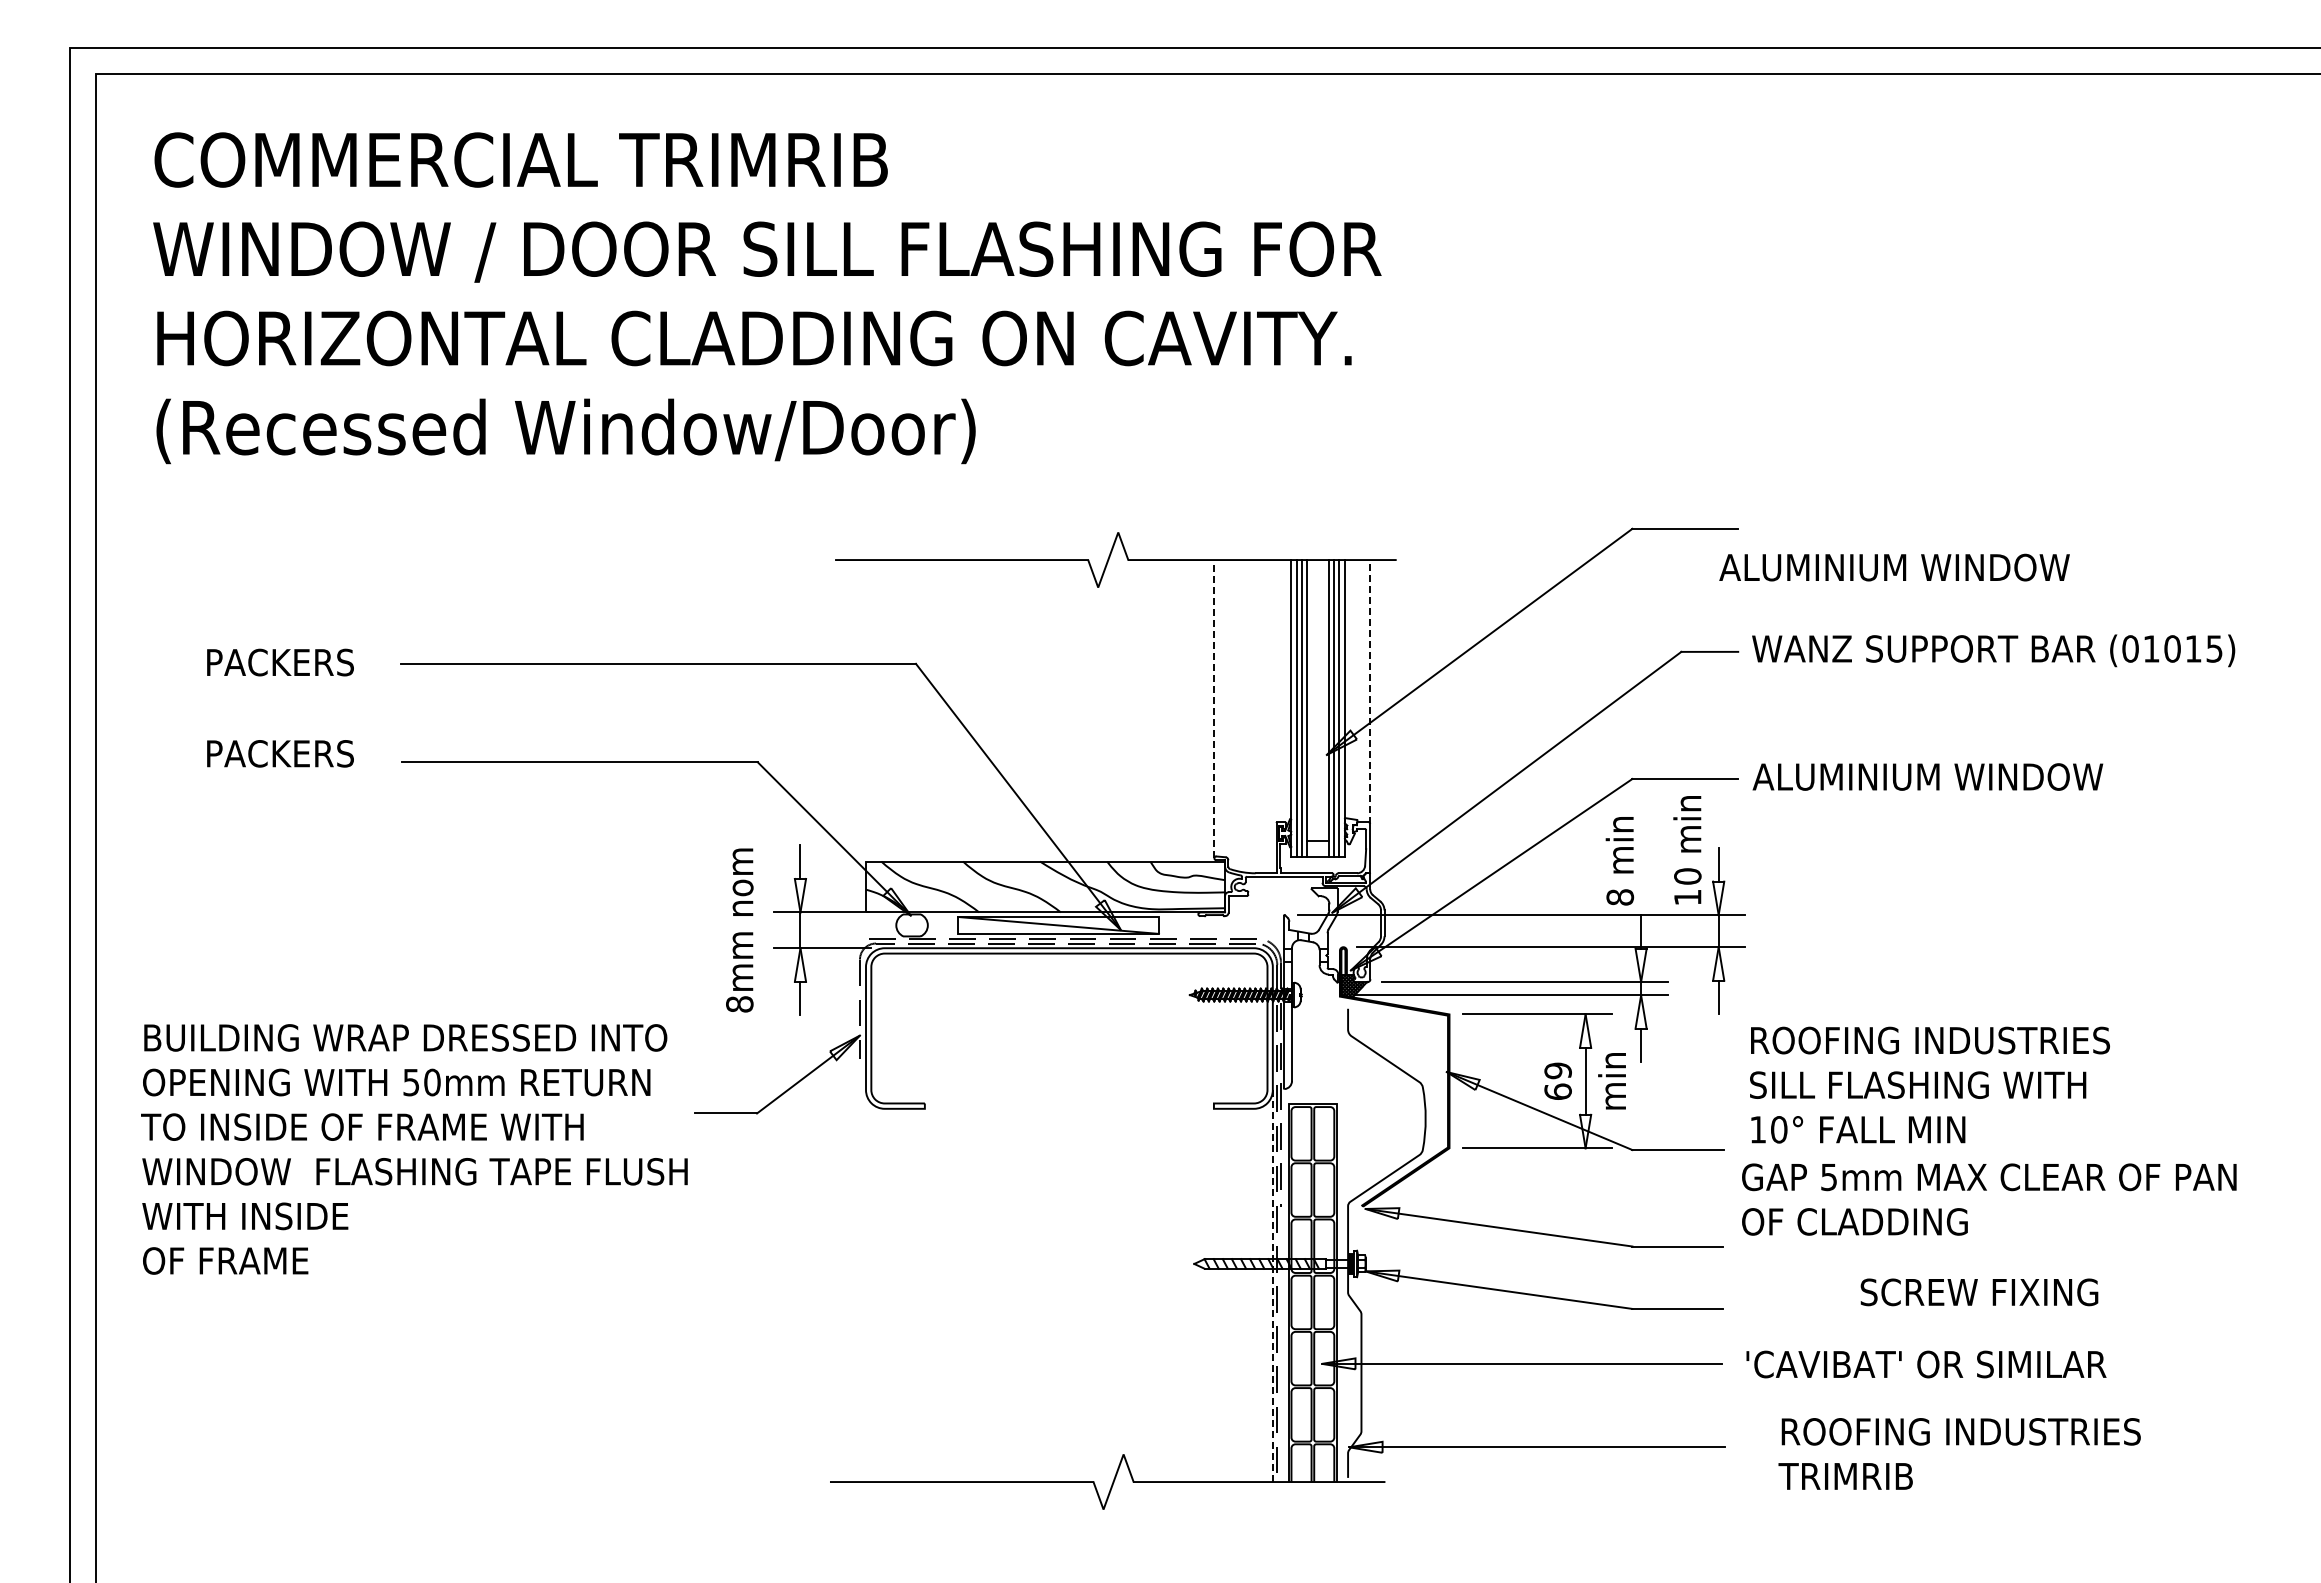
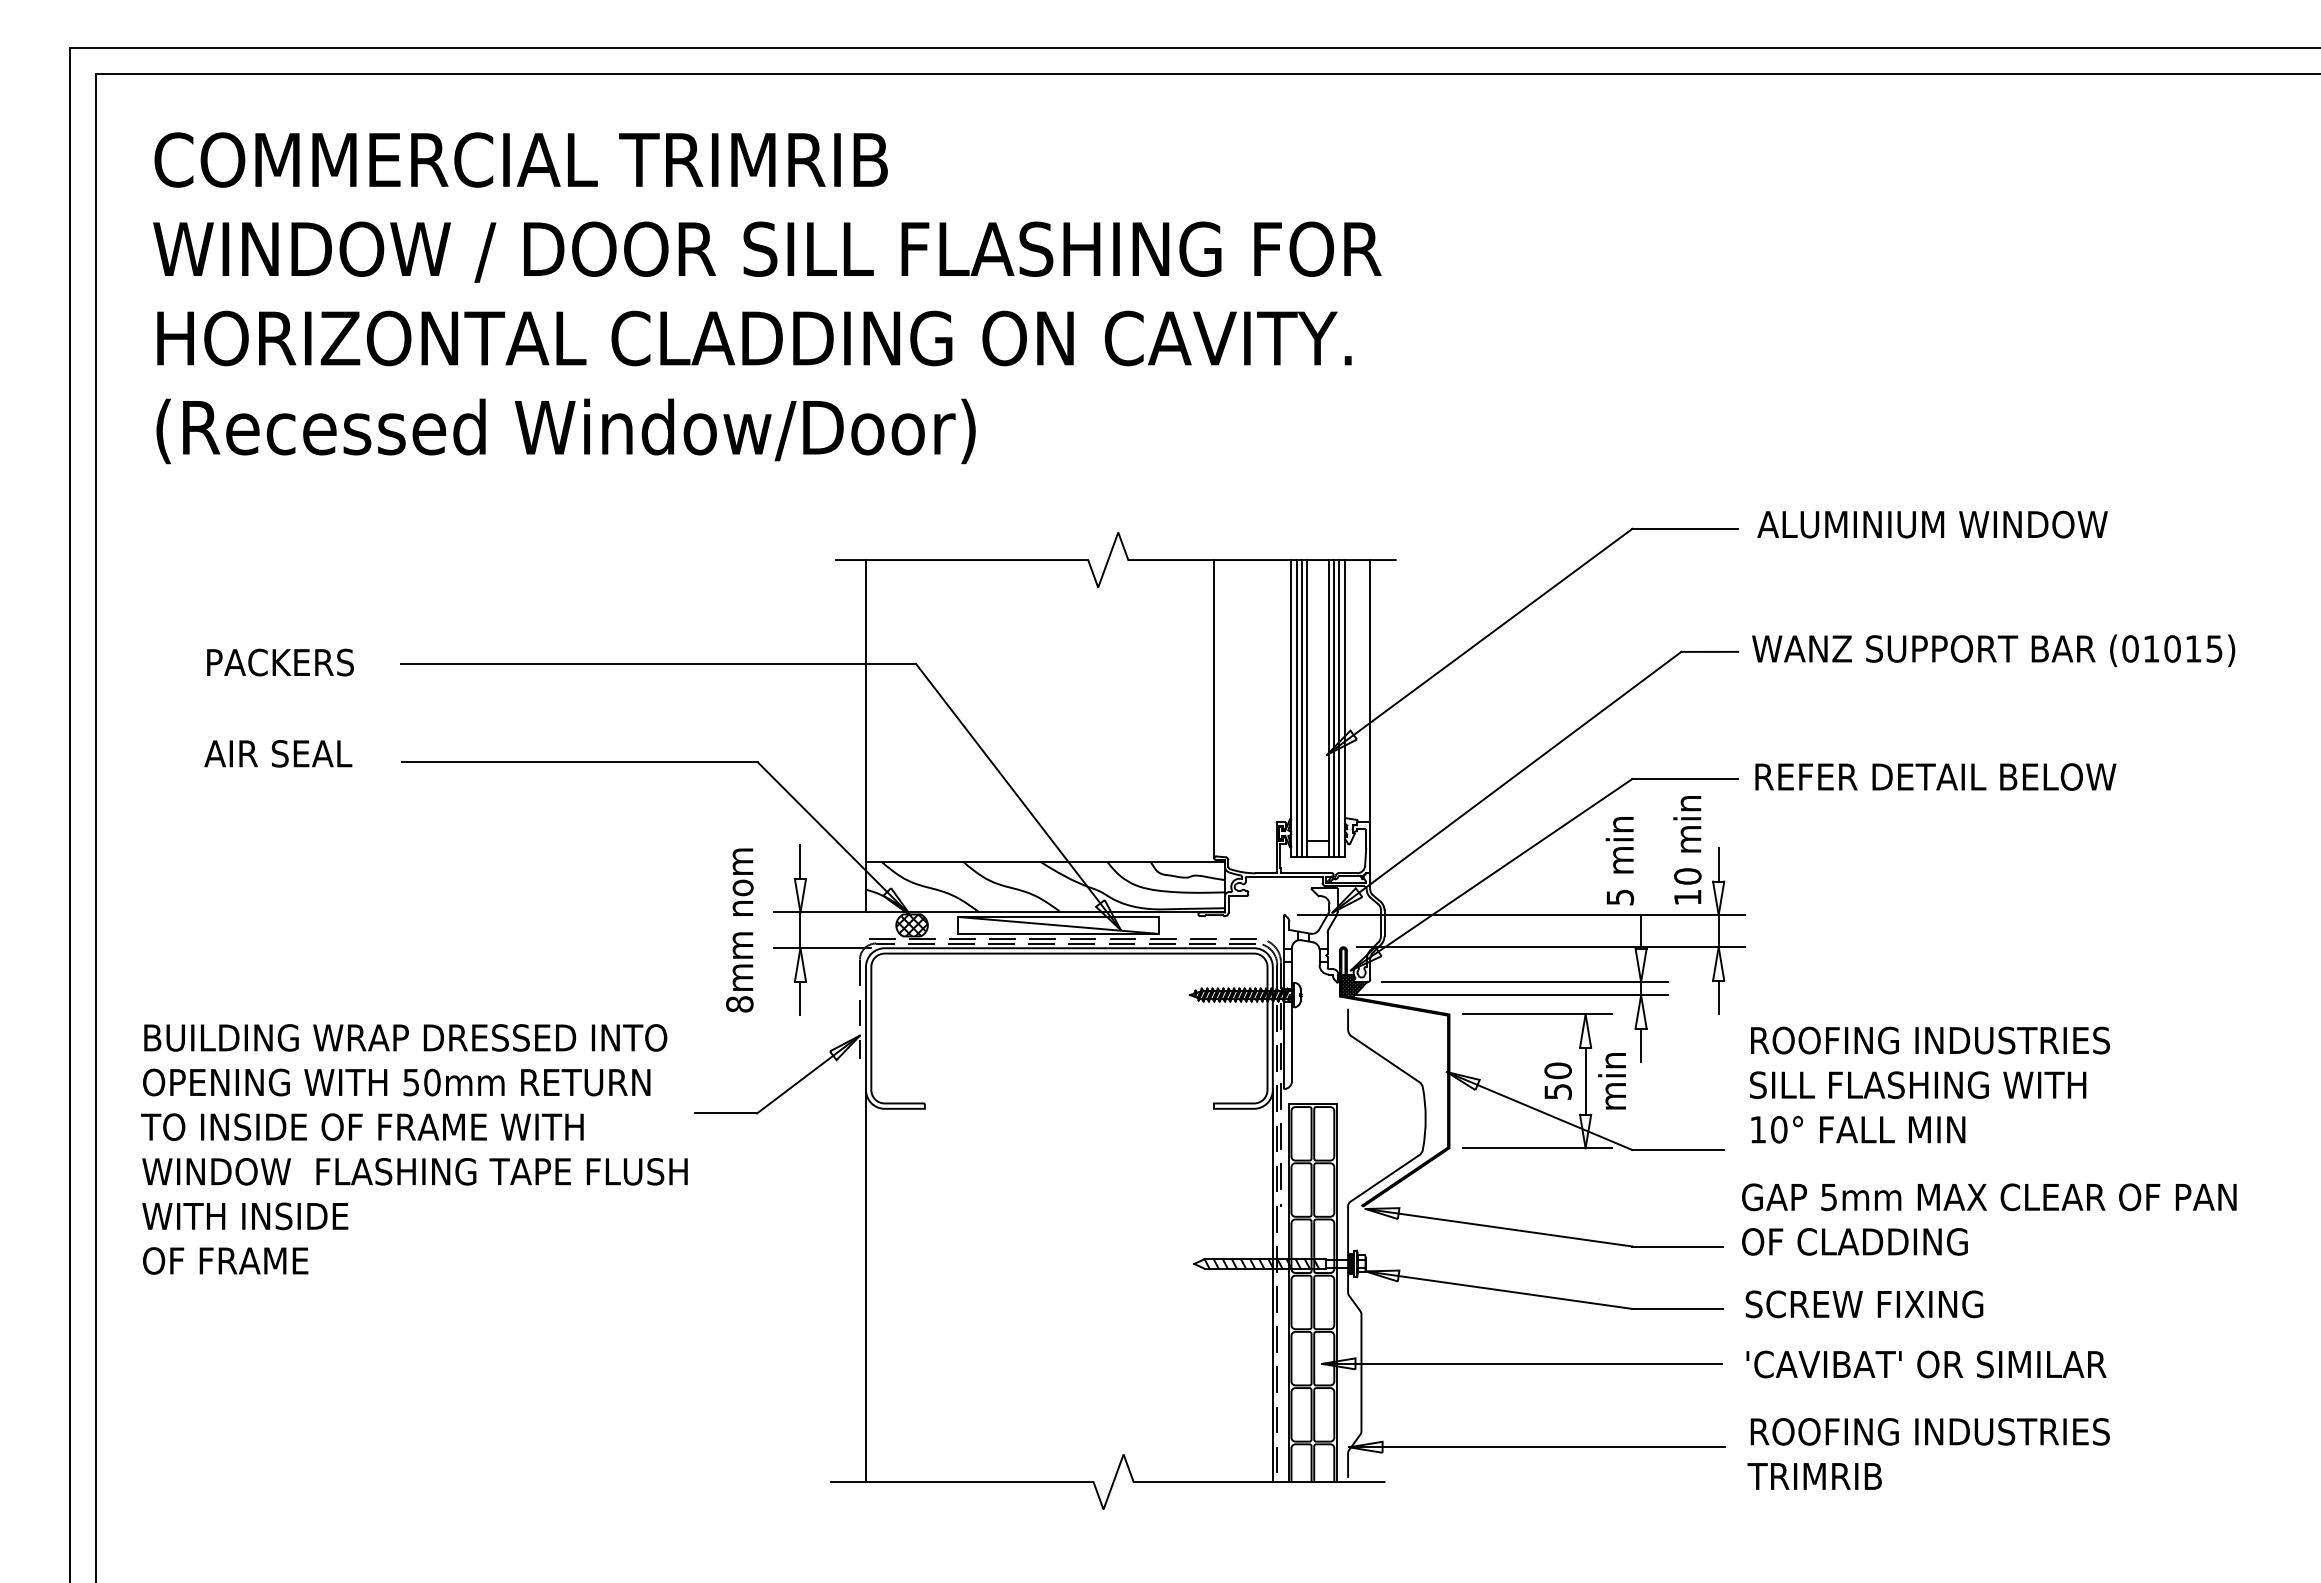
text at (1894, 567) position: (1894, 567) -> (1932, 524)
line at (1370, 691): dashed -> solid
line at (1214, 708): dashed -> solid
line at (866, 710): none -> present
text at (278, 753): PACKERS -> AIR SEAL
text at (1934, 776): ALUMINIUM WINDOW -> REFER DETAIL BELOW
text at (1620, 897): 8 -> 5
hatch at (911, 925): none -> present
text at (1557, 1080): 69 -> 50
text at (1989, 1199) position: (1989, 1199) -> (1989, 1219)
line at (866, 1286): none -> present
line at (1272, 1286): dashed -> solid
text at (1979, 1292) position: (1979, 1292) -> (1864, 1304)
text at (1959, 1453) position: (1959, 1453) -> (1928, 1453)
